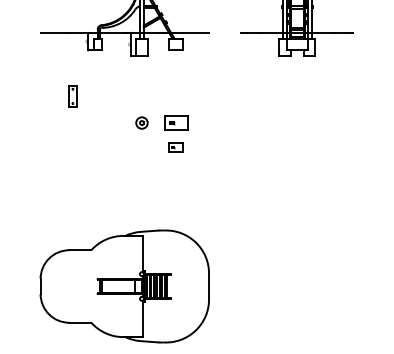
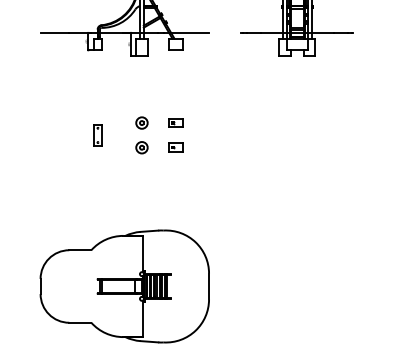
part at (72, 96) position: (72, 96) -> (97, 135)
part at (176, 122) size: 25x16 px -> 16x10 px
part at (141, 147): none -> present
